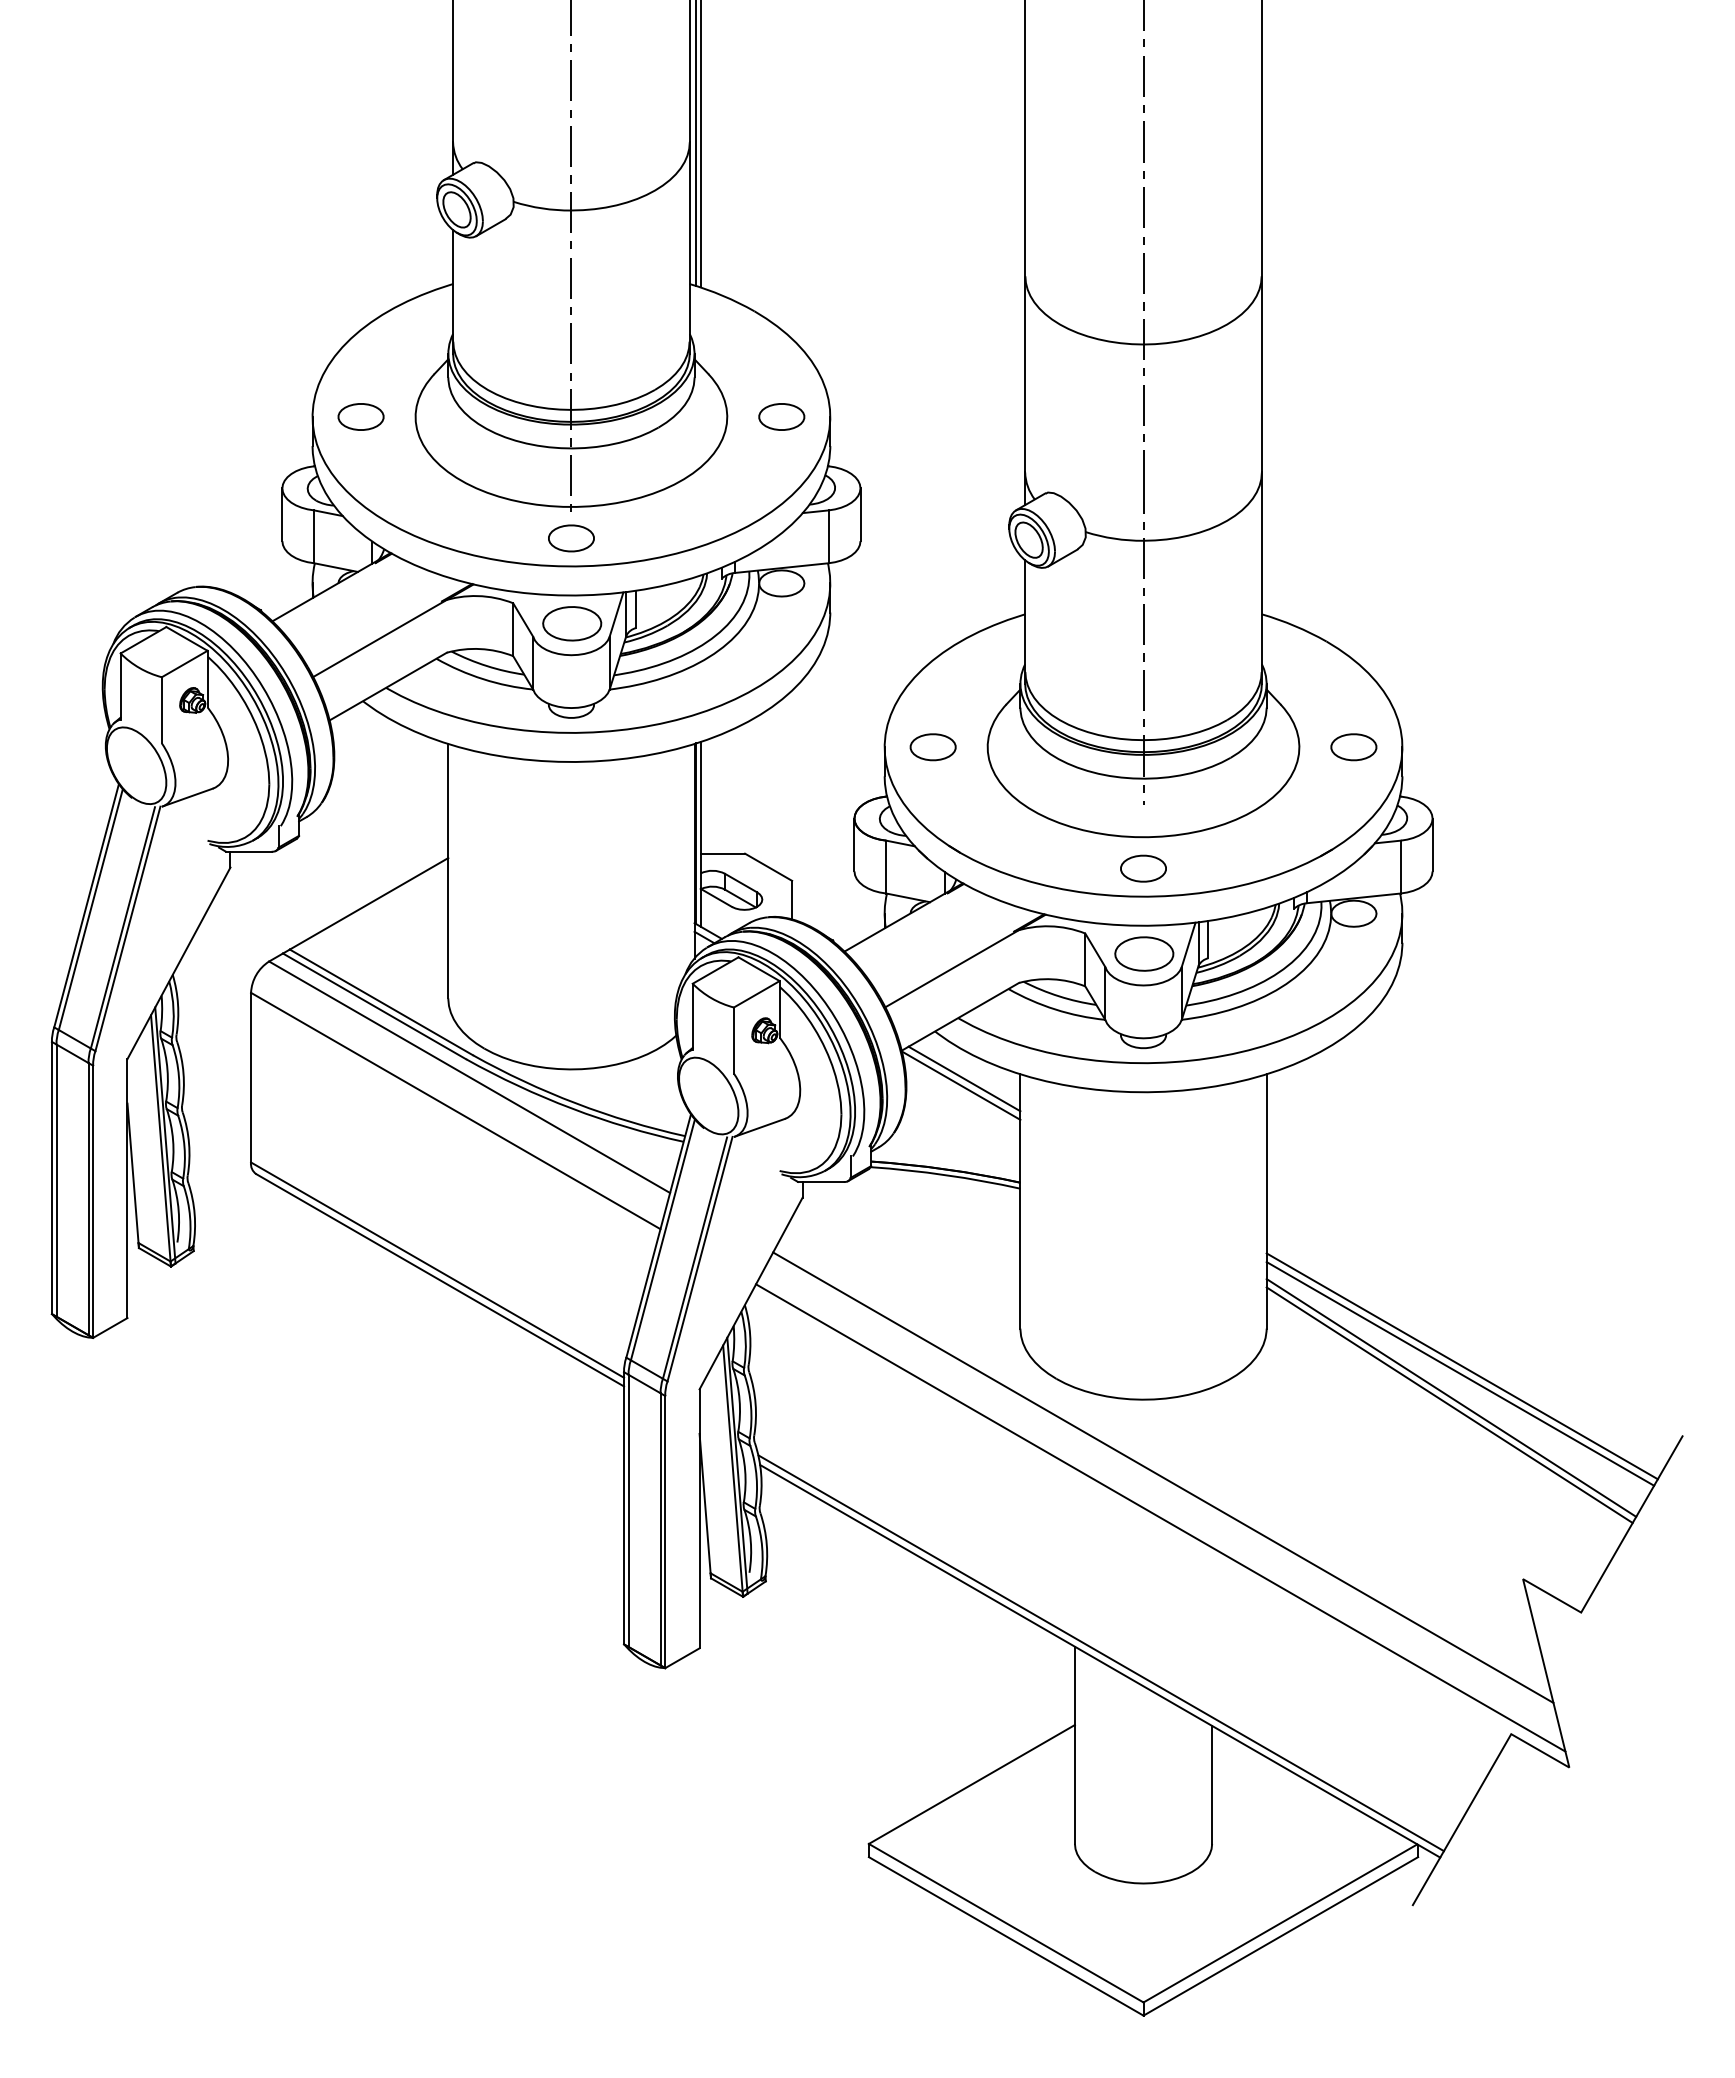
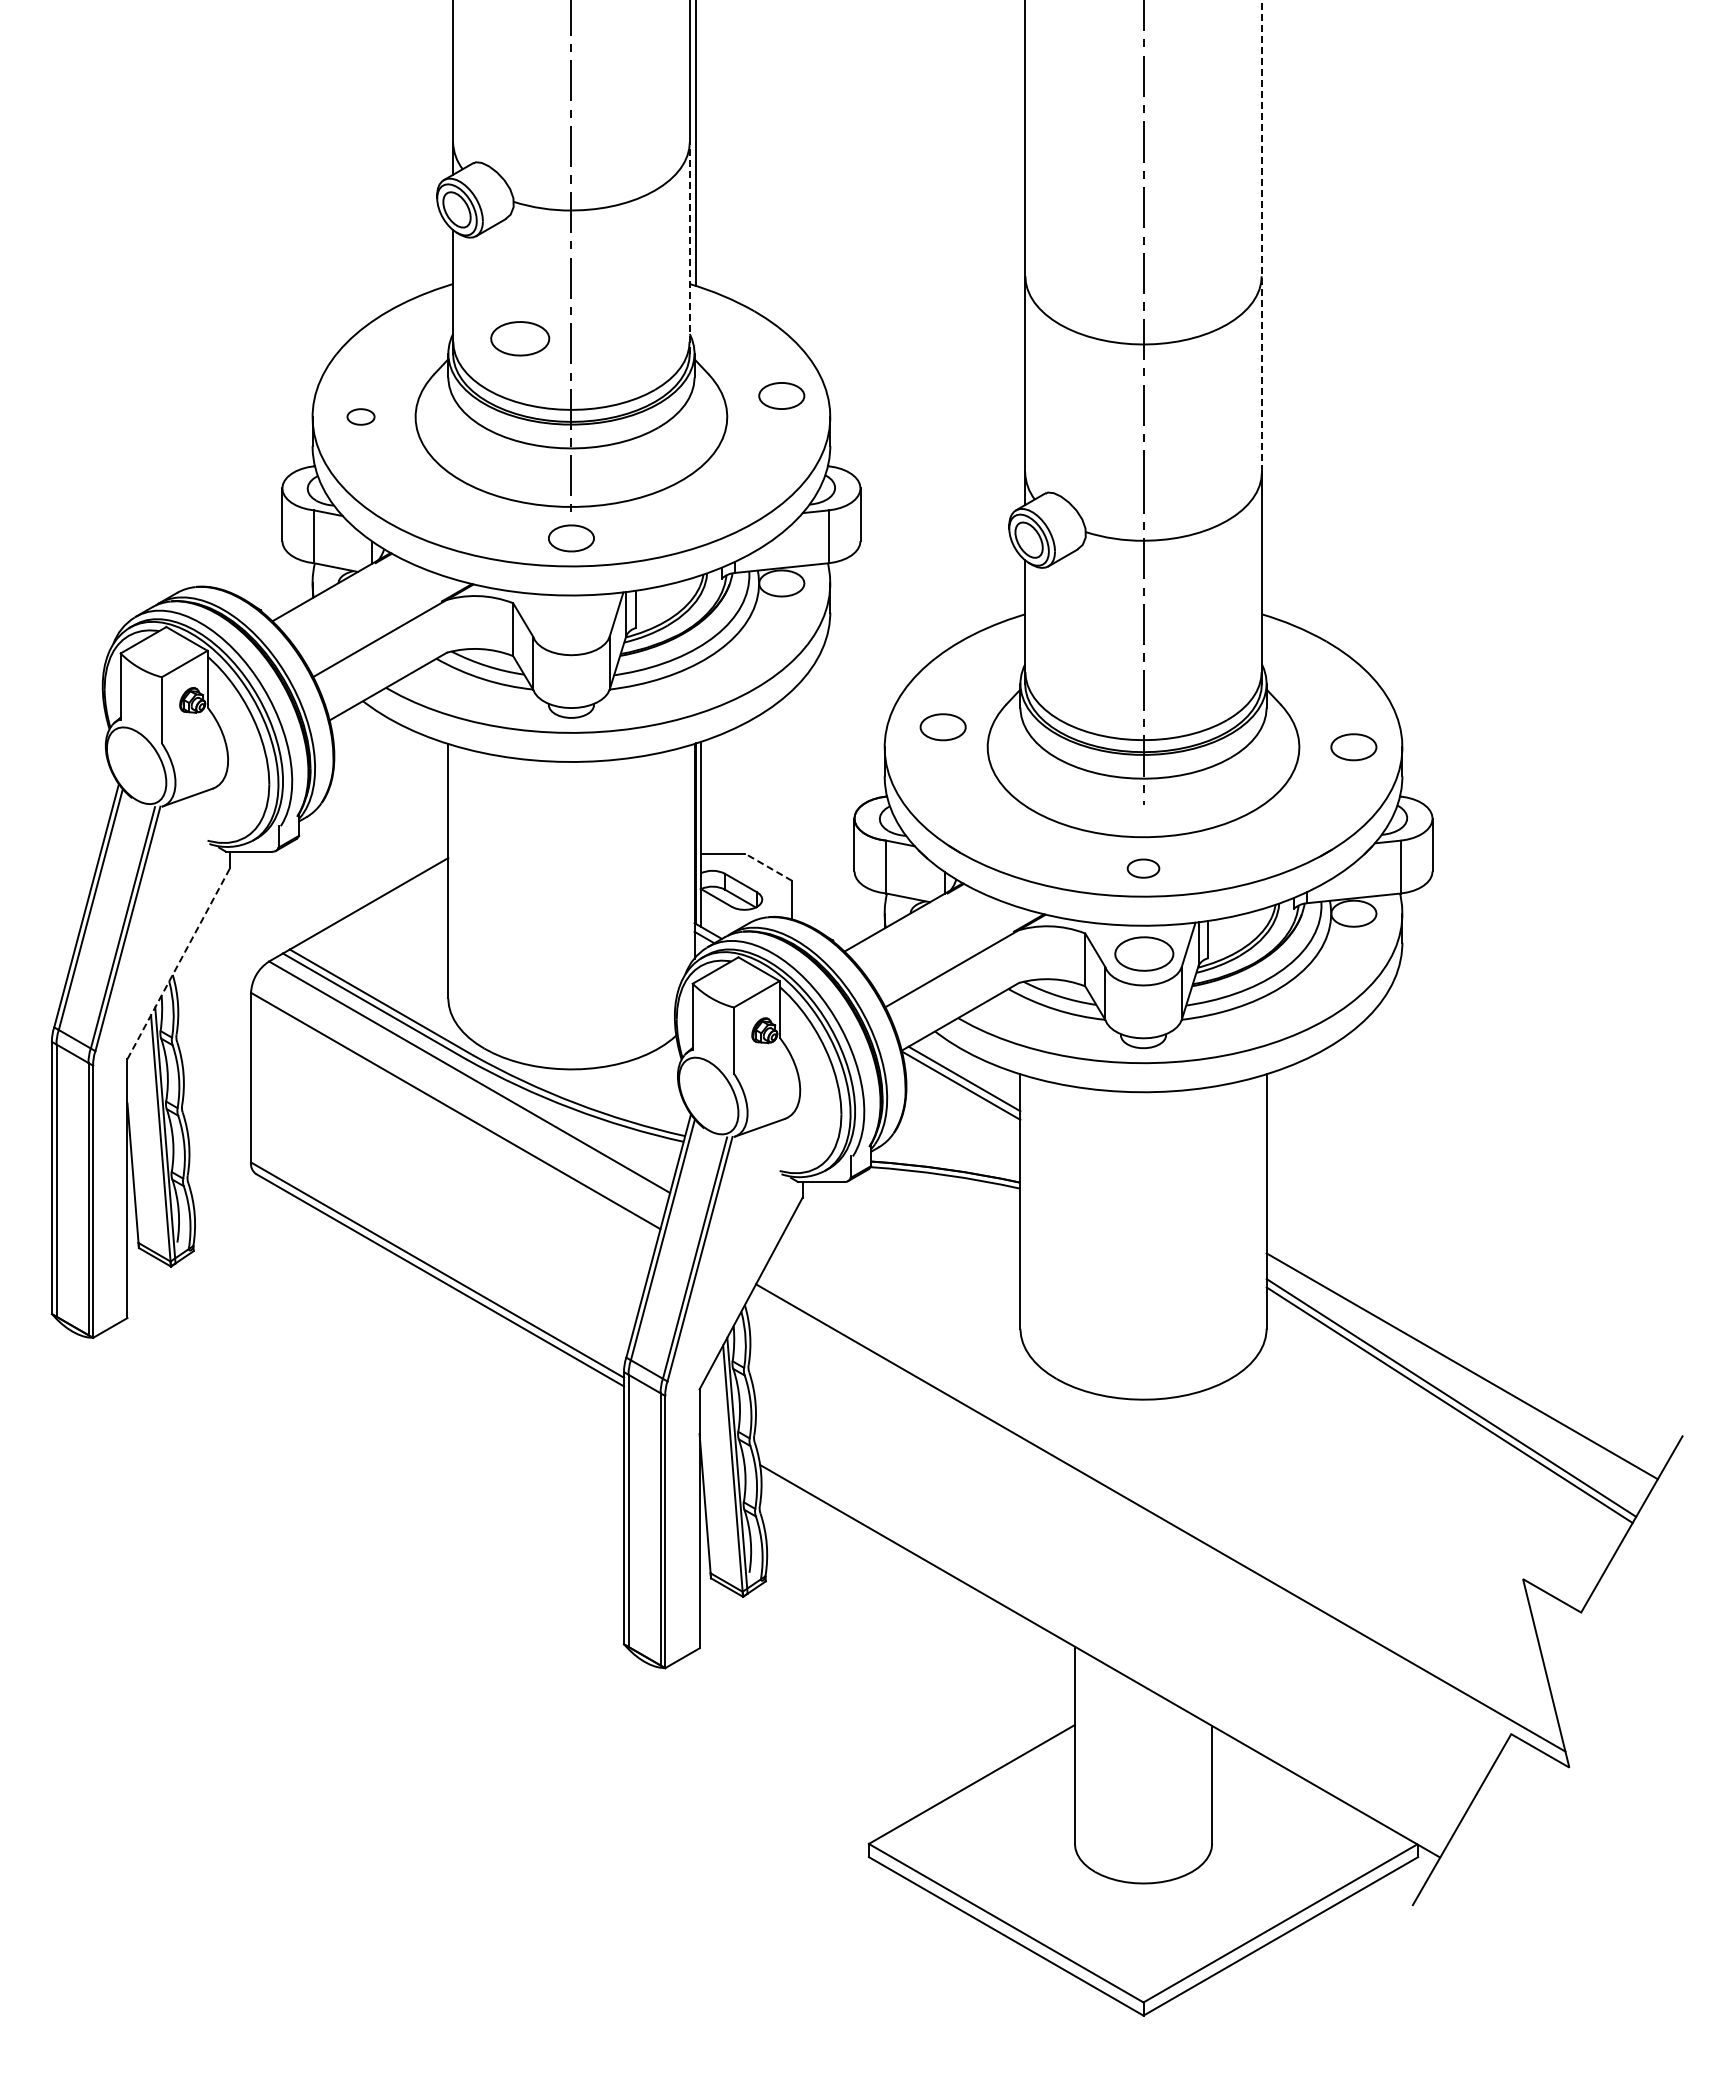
line at (700, 144): present -> none
line at (1261, 236): solid -> dashed
line at (689, 247): solid -> dashed
part at (360, 416) size: 48x28 px -> 30x18 px
part at (781, 416) position: (781, 416) -> (781, 395)
part at (572, 623) position: (572, 623) -> (520, 338)
part at (932, 747) position: (932, 747) -> (942, 727)
line at (768, 867): solid -> dashed
part at (1143, 868) size: 47x29 px -> 35x21 px
line at (178, 963): solid -> dashed
line at (1460, 1373): present -> none
line at (1163, 1477): present -> none
line at (1100, 1653): present -> none
